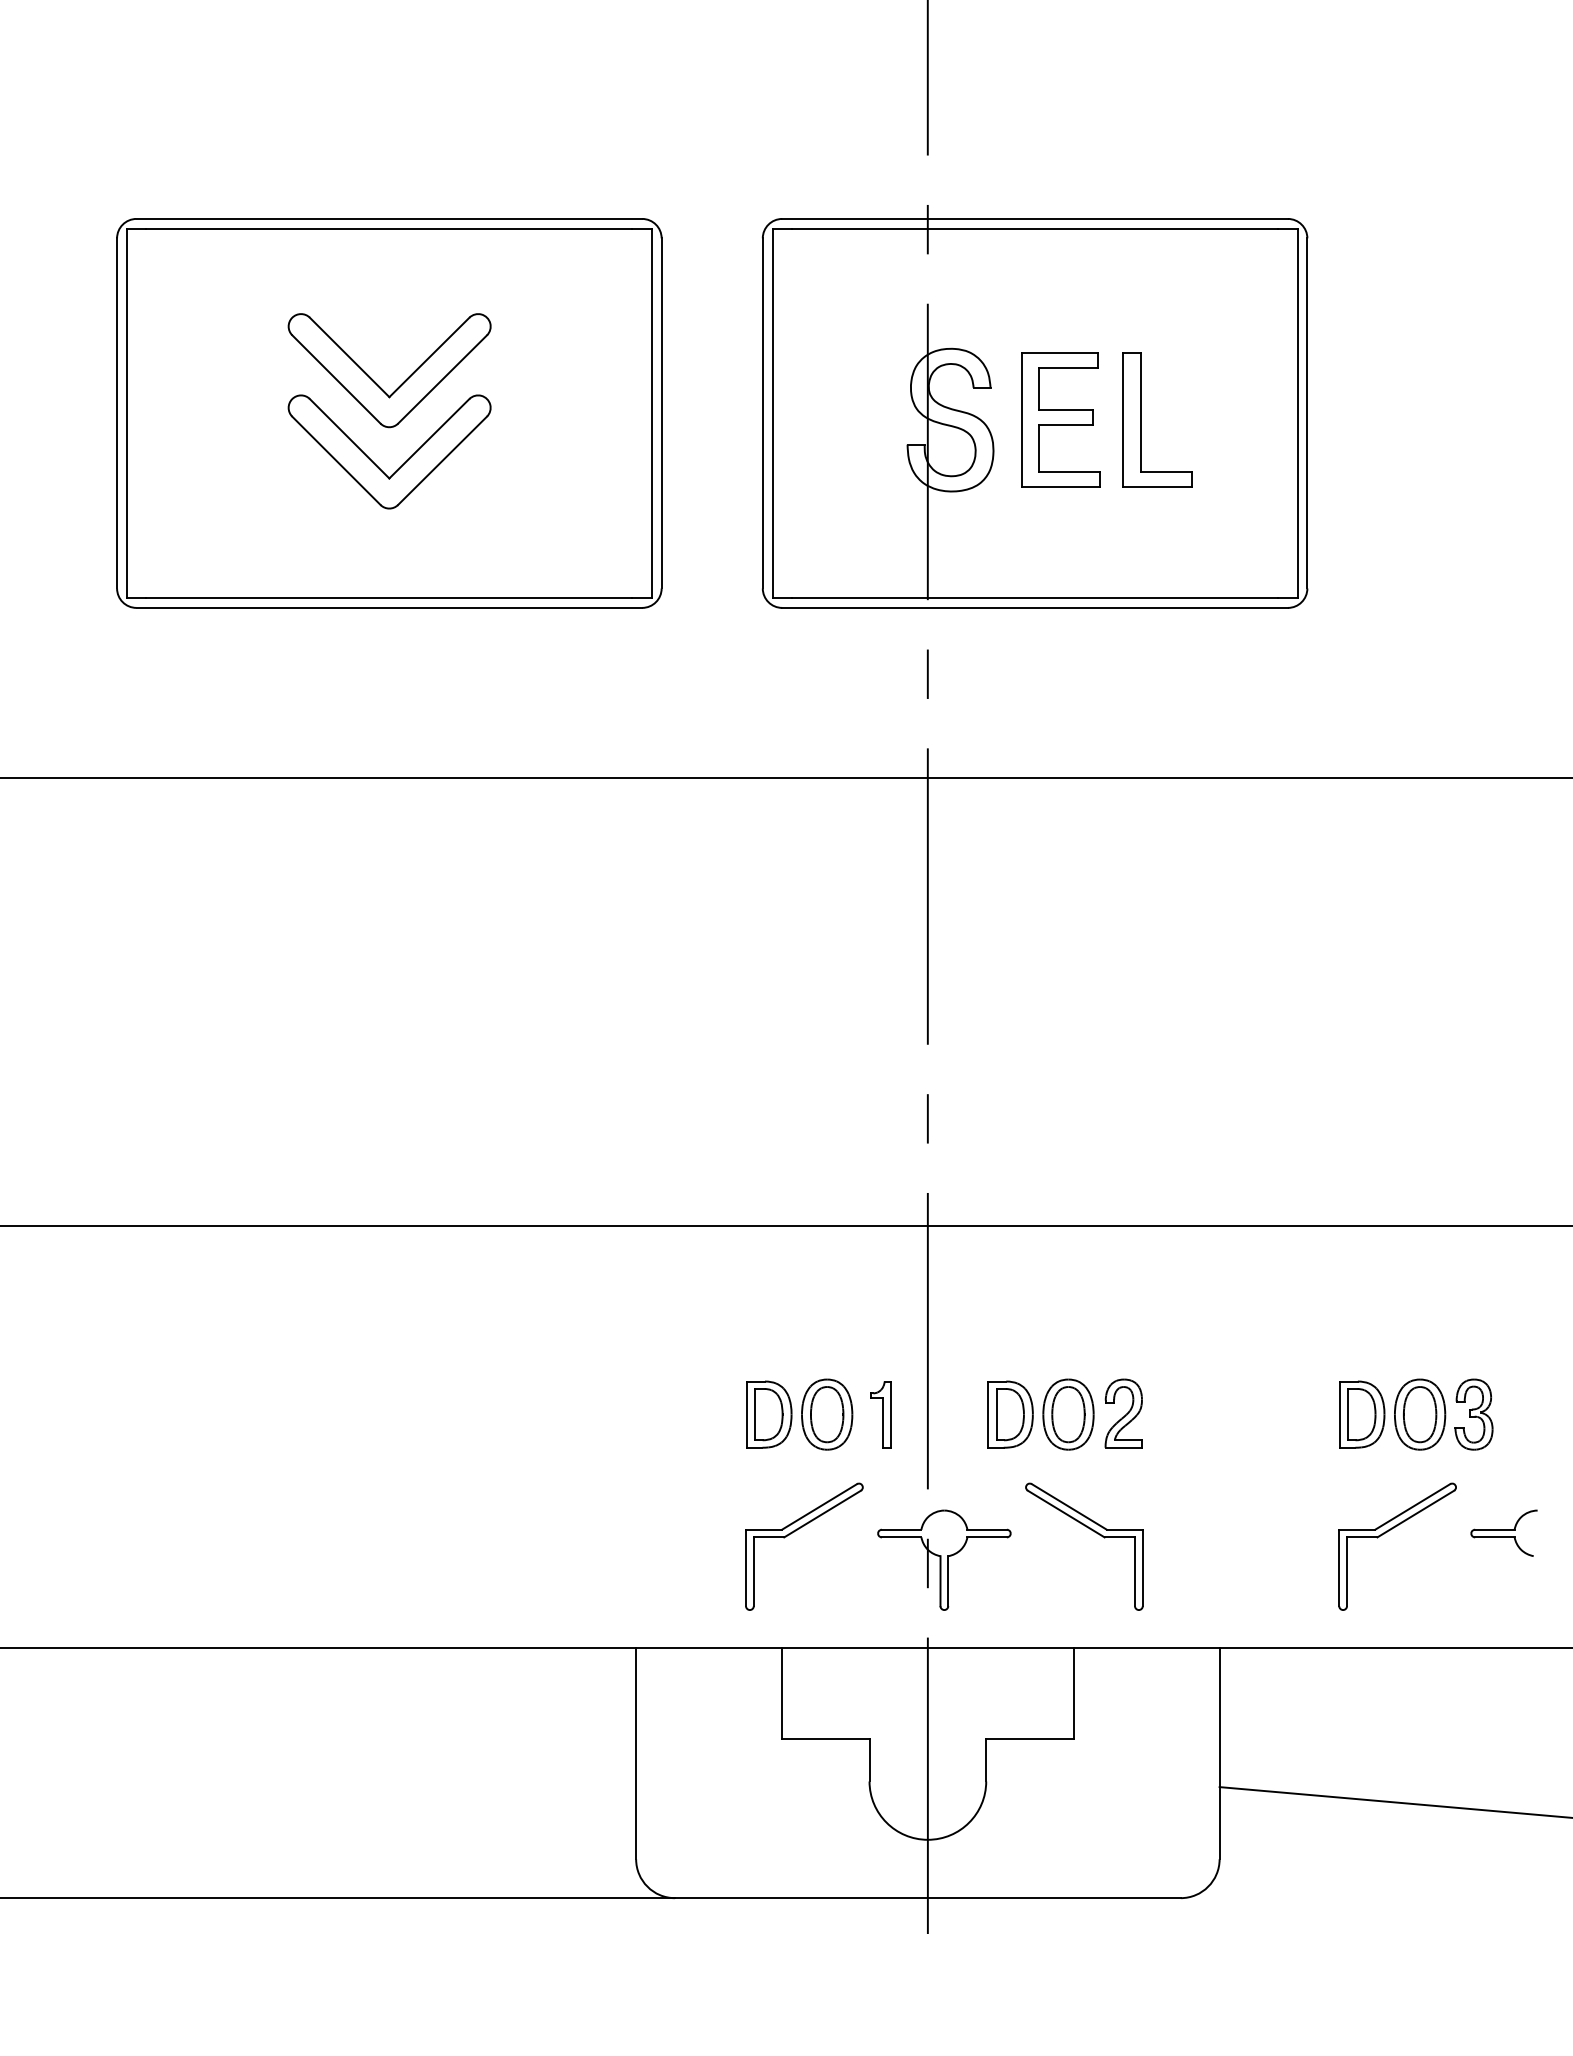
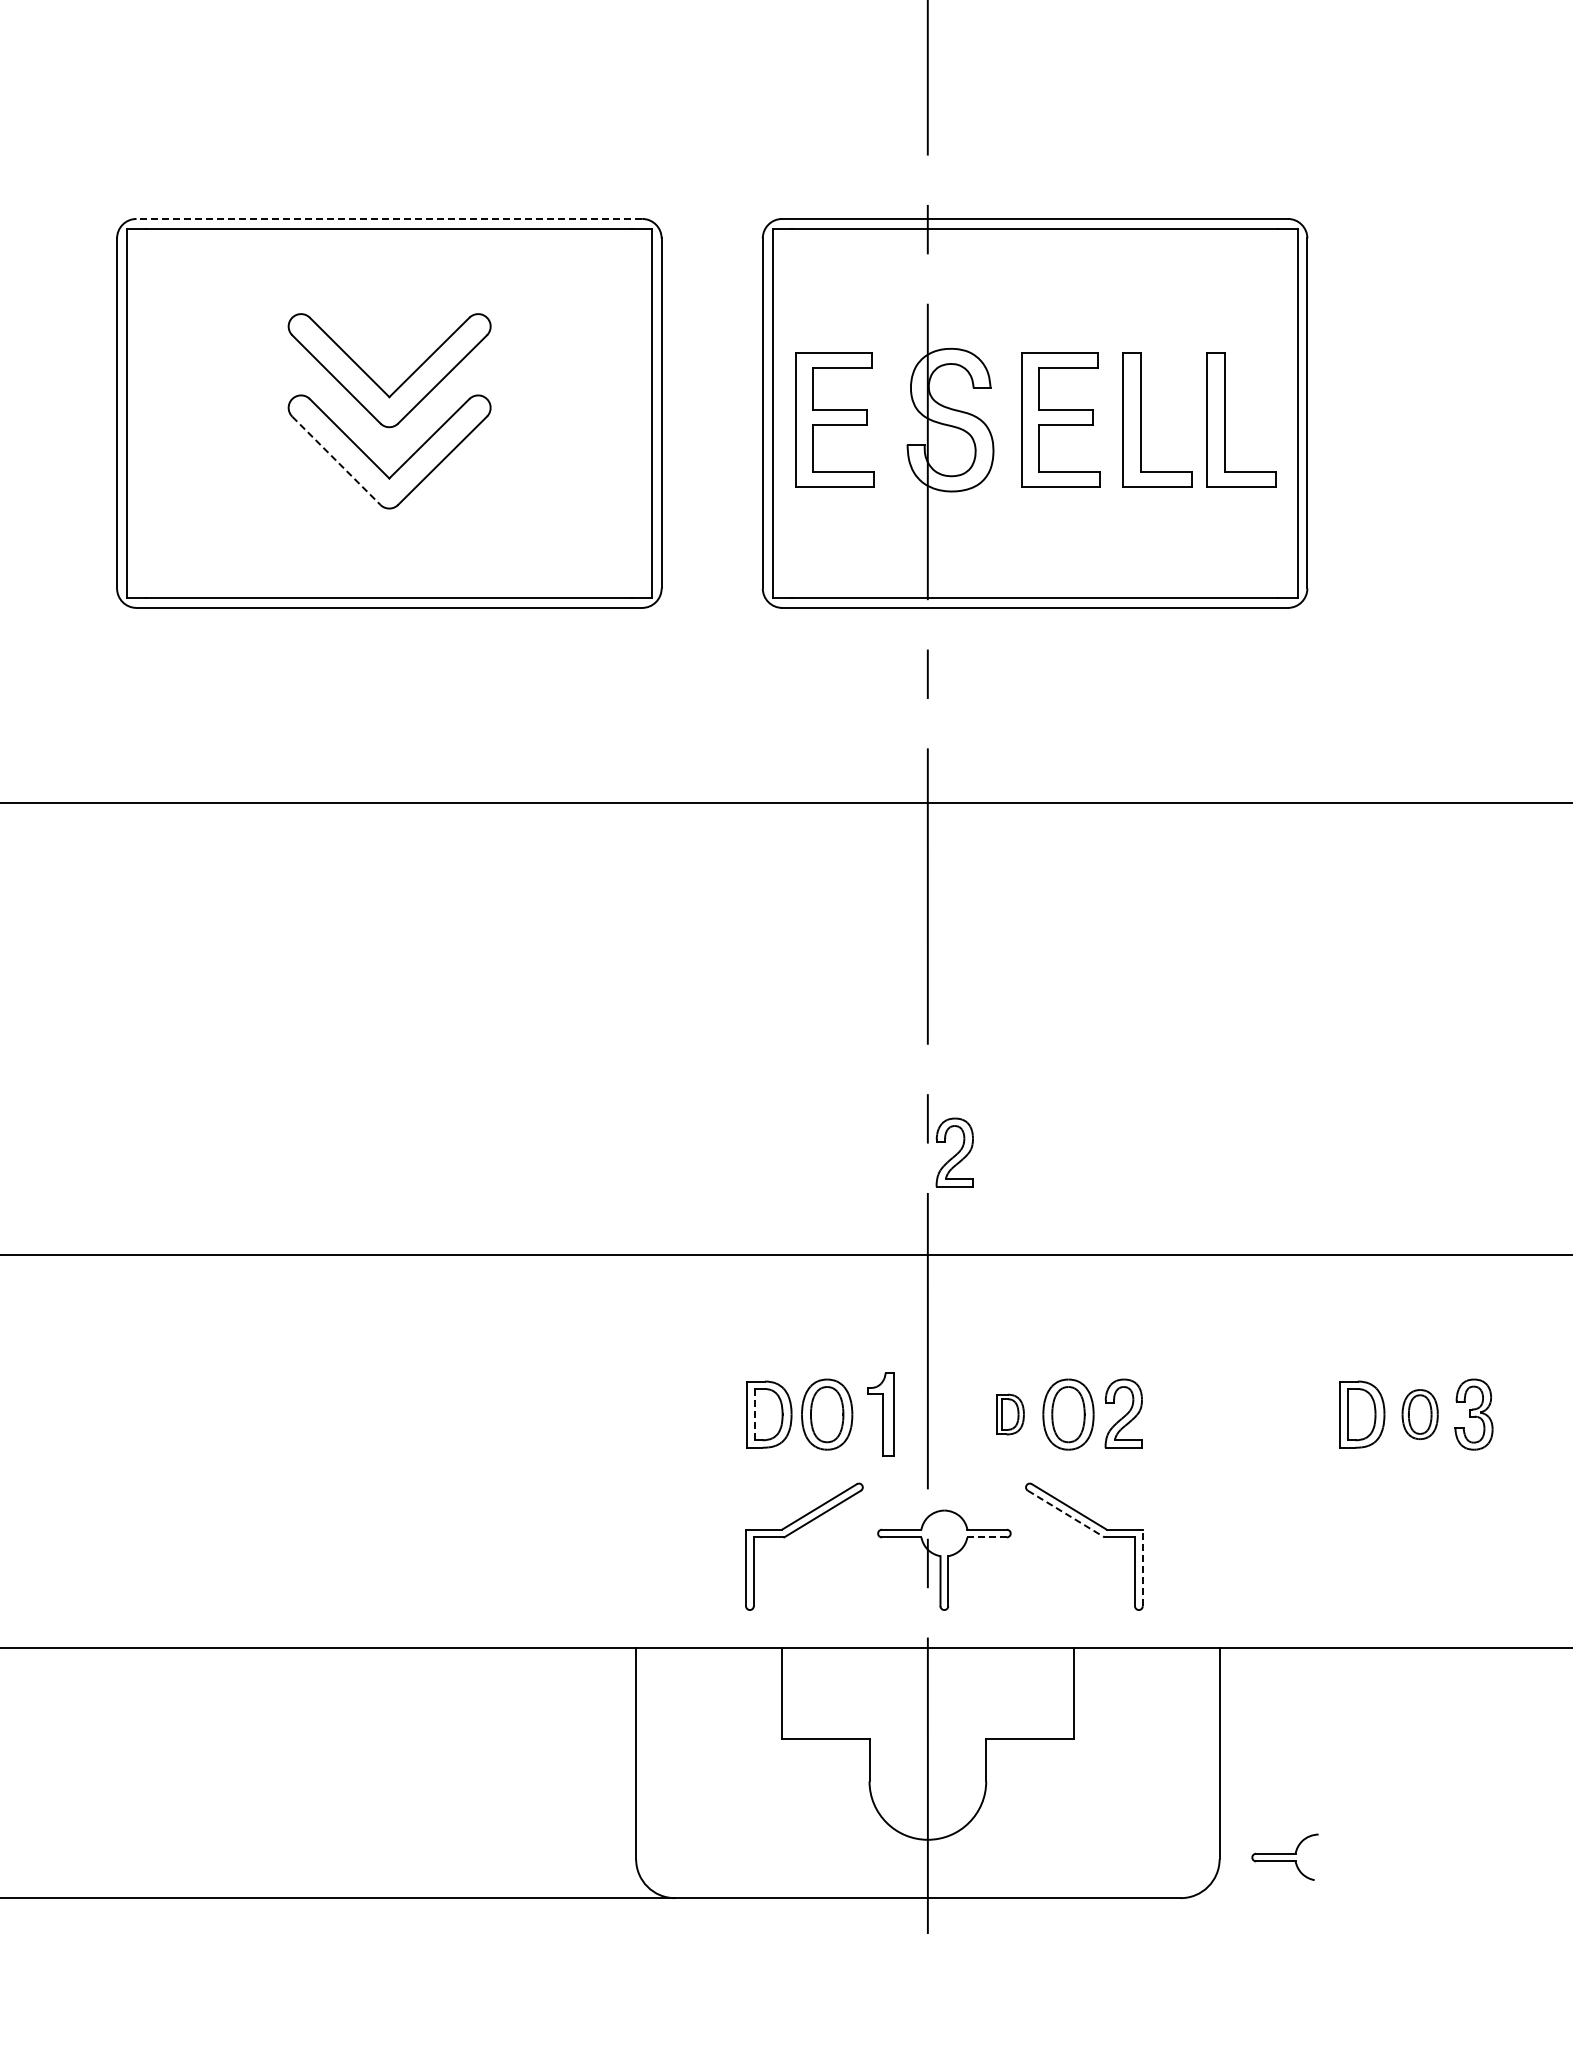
line at (389, 218): solid -> dashed
part at (834, 419): none -> present
part at (1225, 419): none -> present
line at (336, 461): solid -> dashed
line at (785, 778) position: (785, 778) -> (785, 803)
part at (954, 1152): none -> present
line at (785, 1225) position: (785, 1225) -> (785, 1254)
line at (755, 1414): solid -> dashed
part at (880, 1414) size: 22x68 px -> 28x85 px
part at (1010, 1414) size: 47x69 px -> 29x43 px
part at (1420, 1414) size: 53x73 px -> 38x51 px
line at (1066, 1514): solid -> dashed
part at (1389, 1531): present -> none
part at (1503, 1532) position: (1503, 1532) -> (1284, 1856)
line at (987, 1537): solid -> dashed
line at (1142, 1567): solid -> dashed
line at (1394, 1802): present -> none
